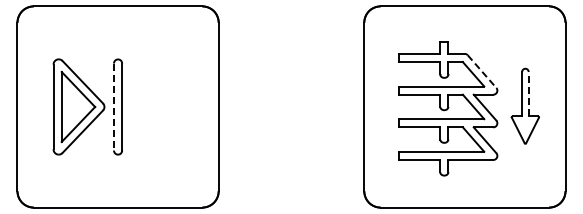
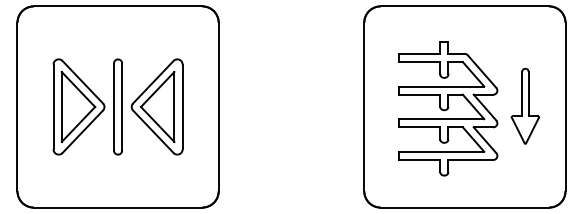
line at (482, 71): dashed -> solid
line at (528, 93): dashed -> solid
part at (156, 106): none -> present
line at (114, 107): dashed -> solid
